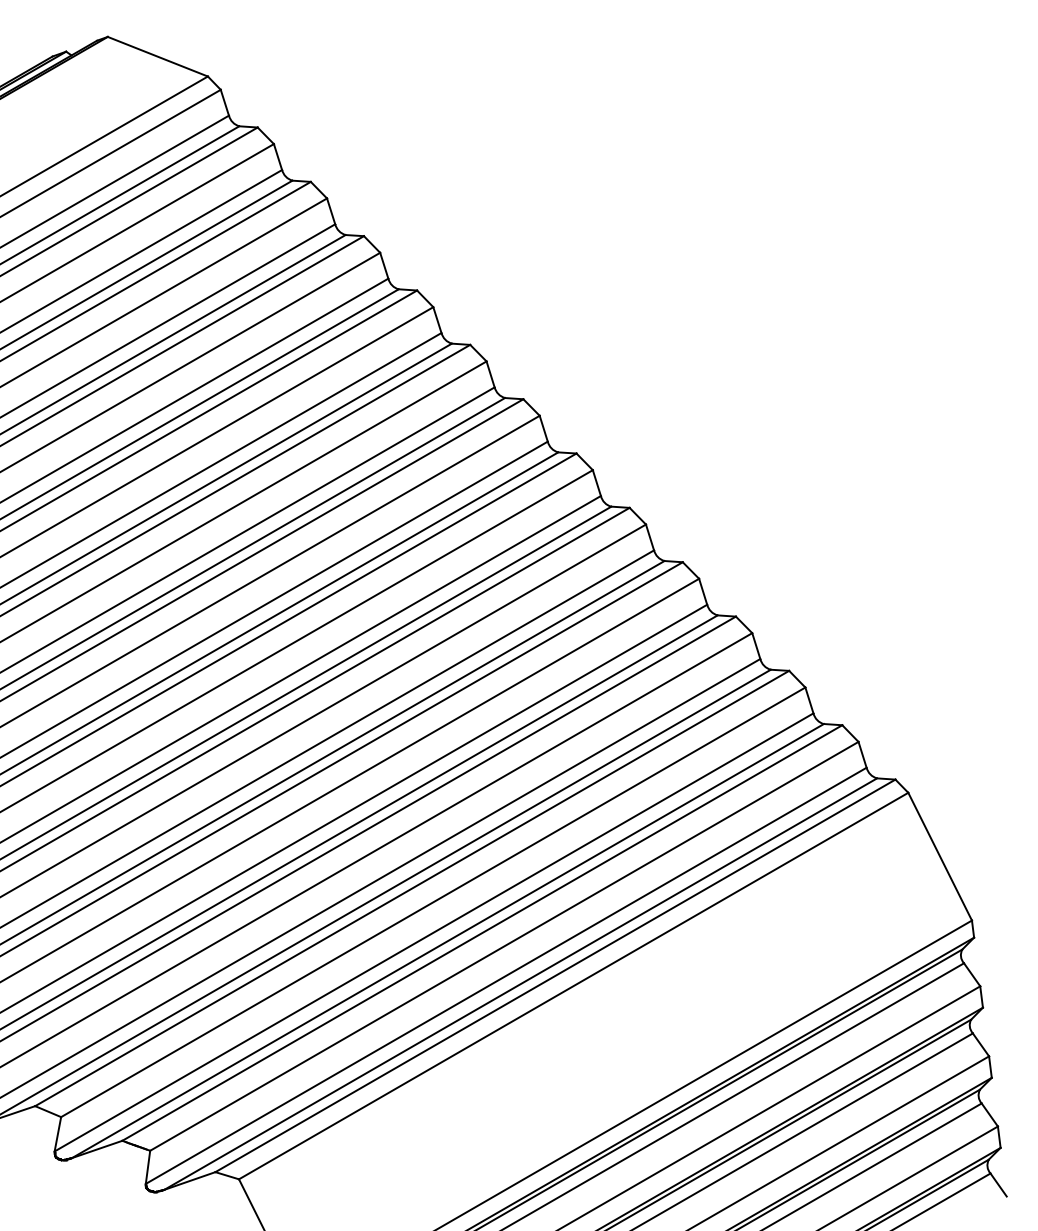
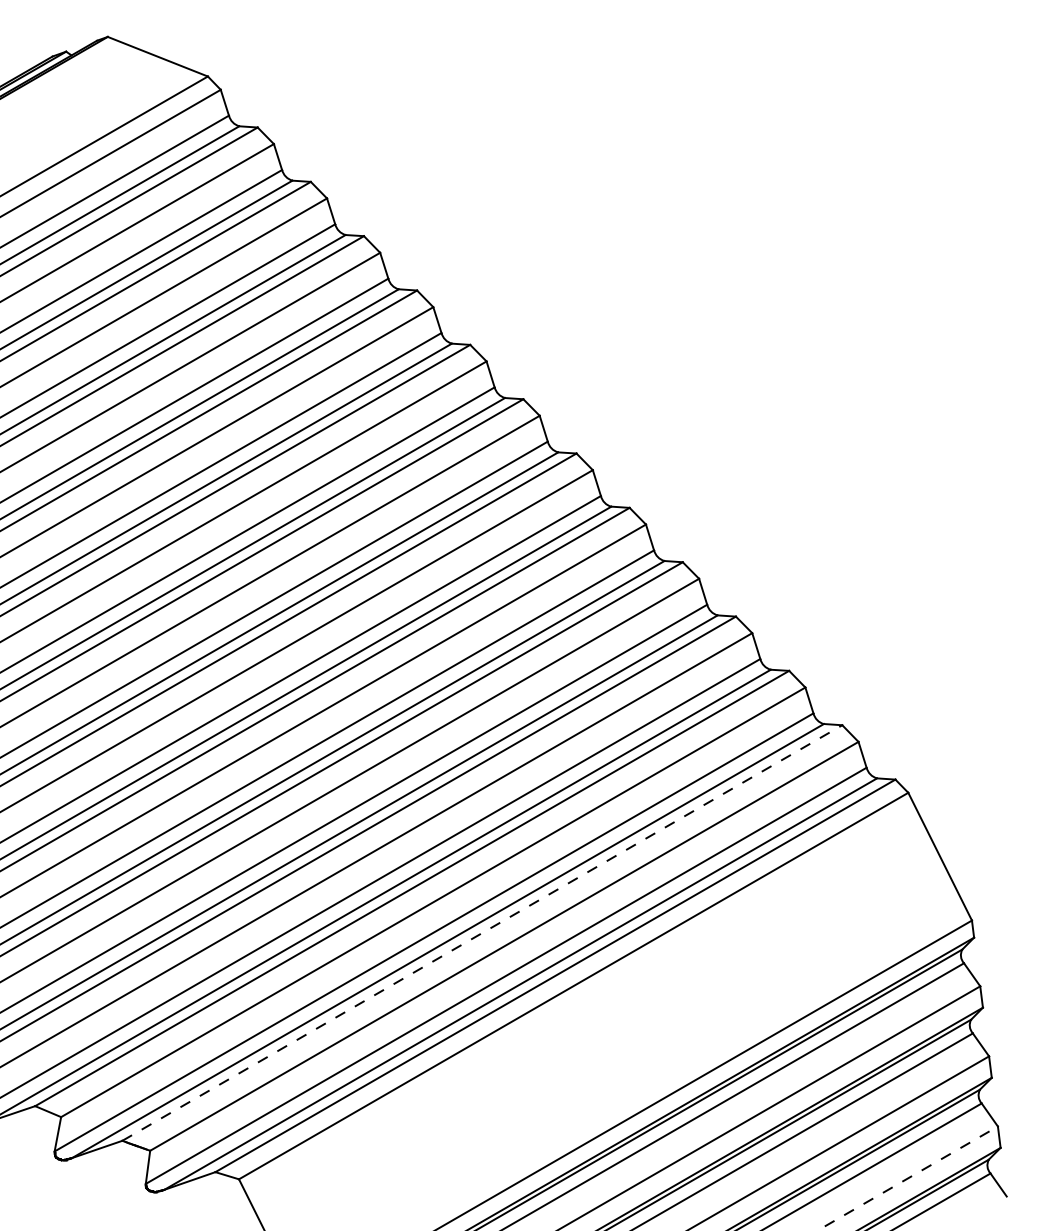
line at (482, 933): solid -> dashed
line at (907, 1178): solid -> dashed
